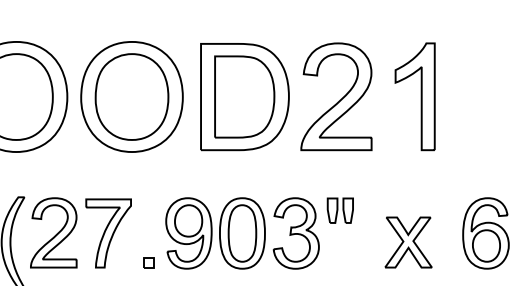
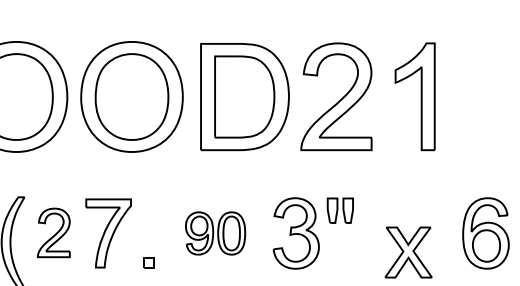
part at (53, 232) size: 48x72 px -> 34x52 px
part at (215, 233) size: 101x73 px -> 62x45 px
part at (408, 242) position: (408, 242) -> (408, 252)
